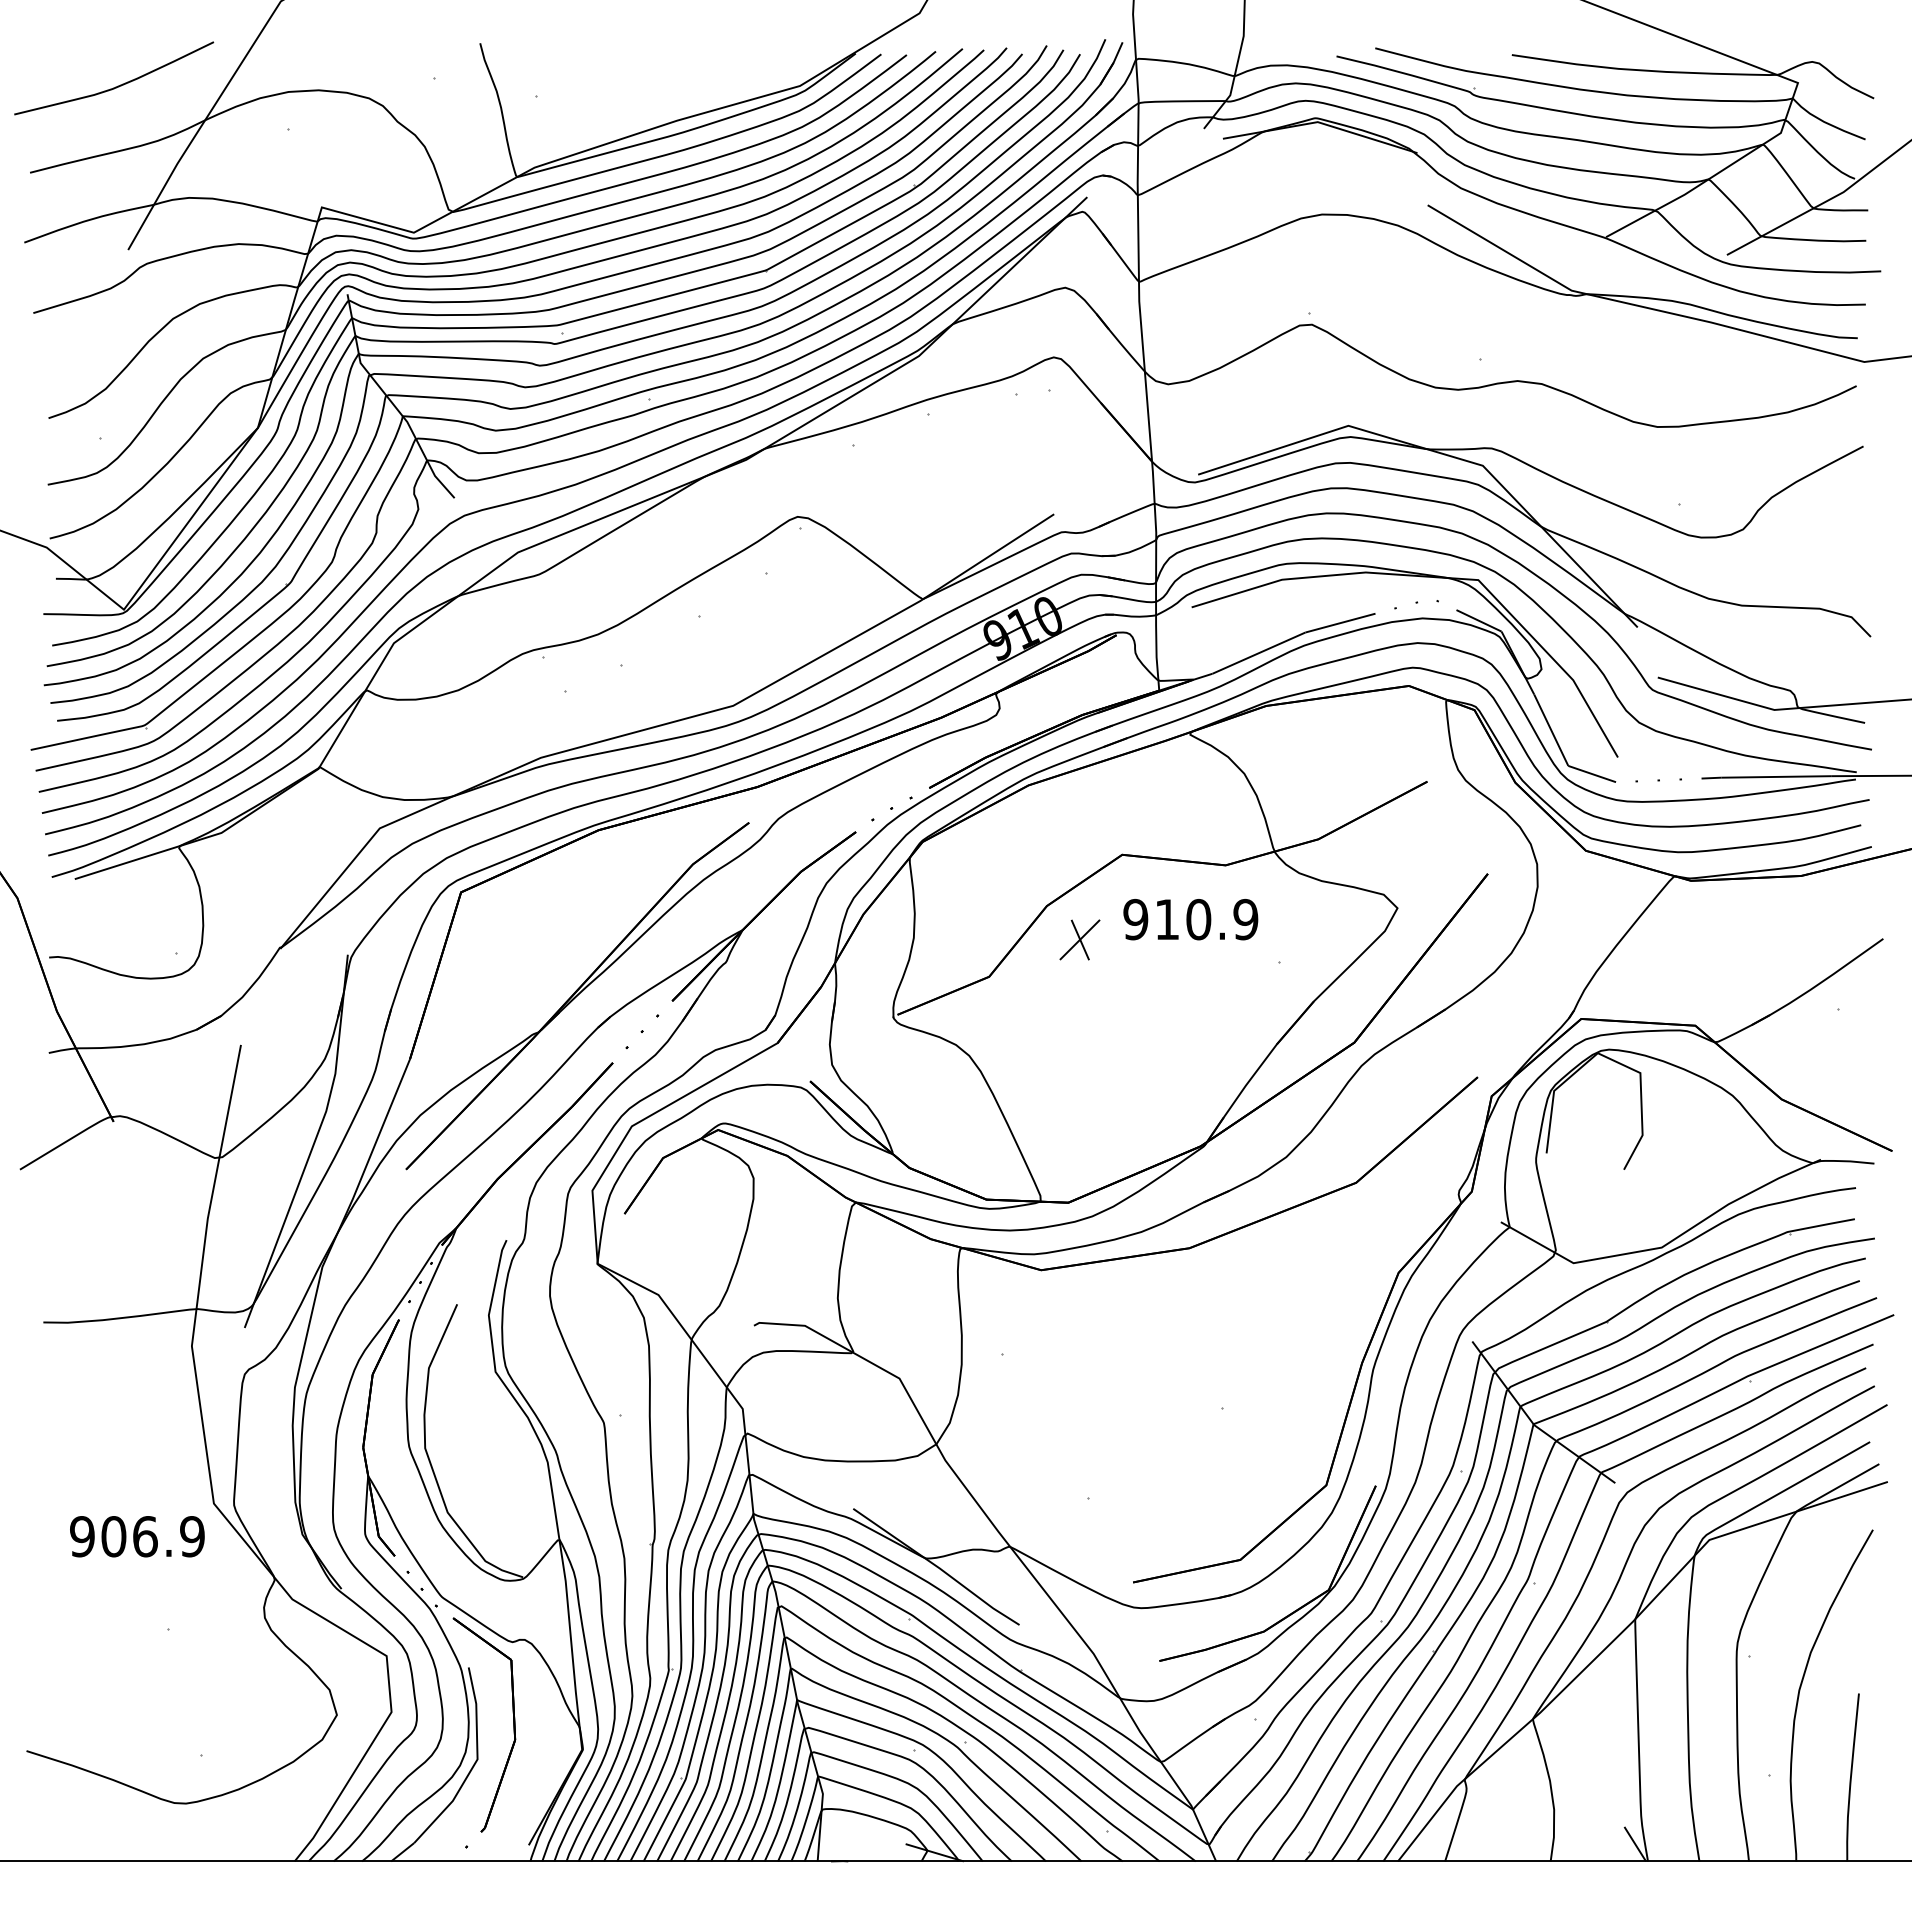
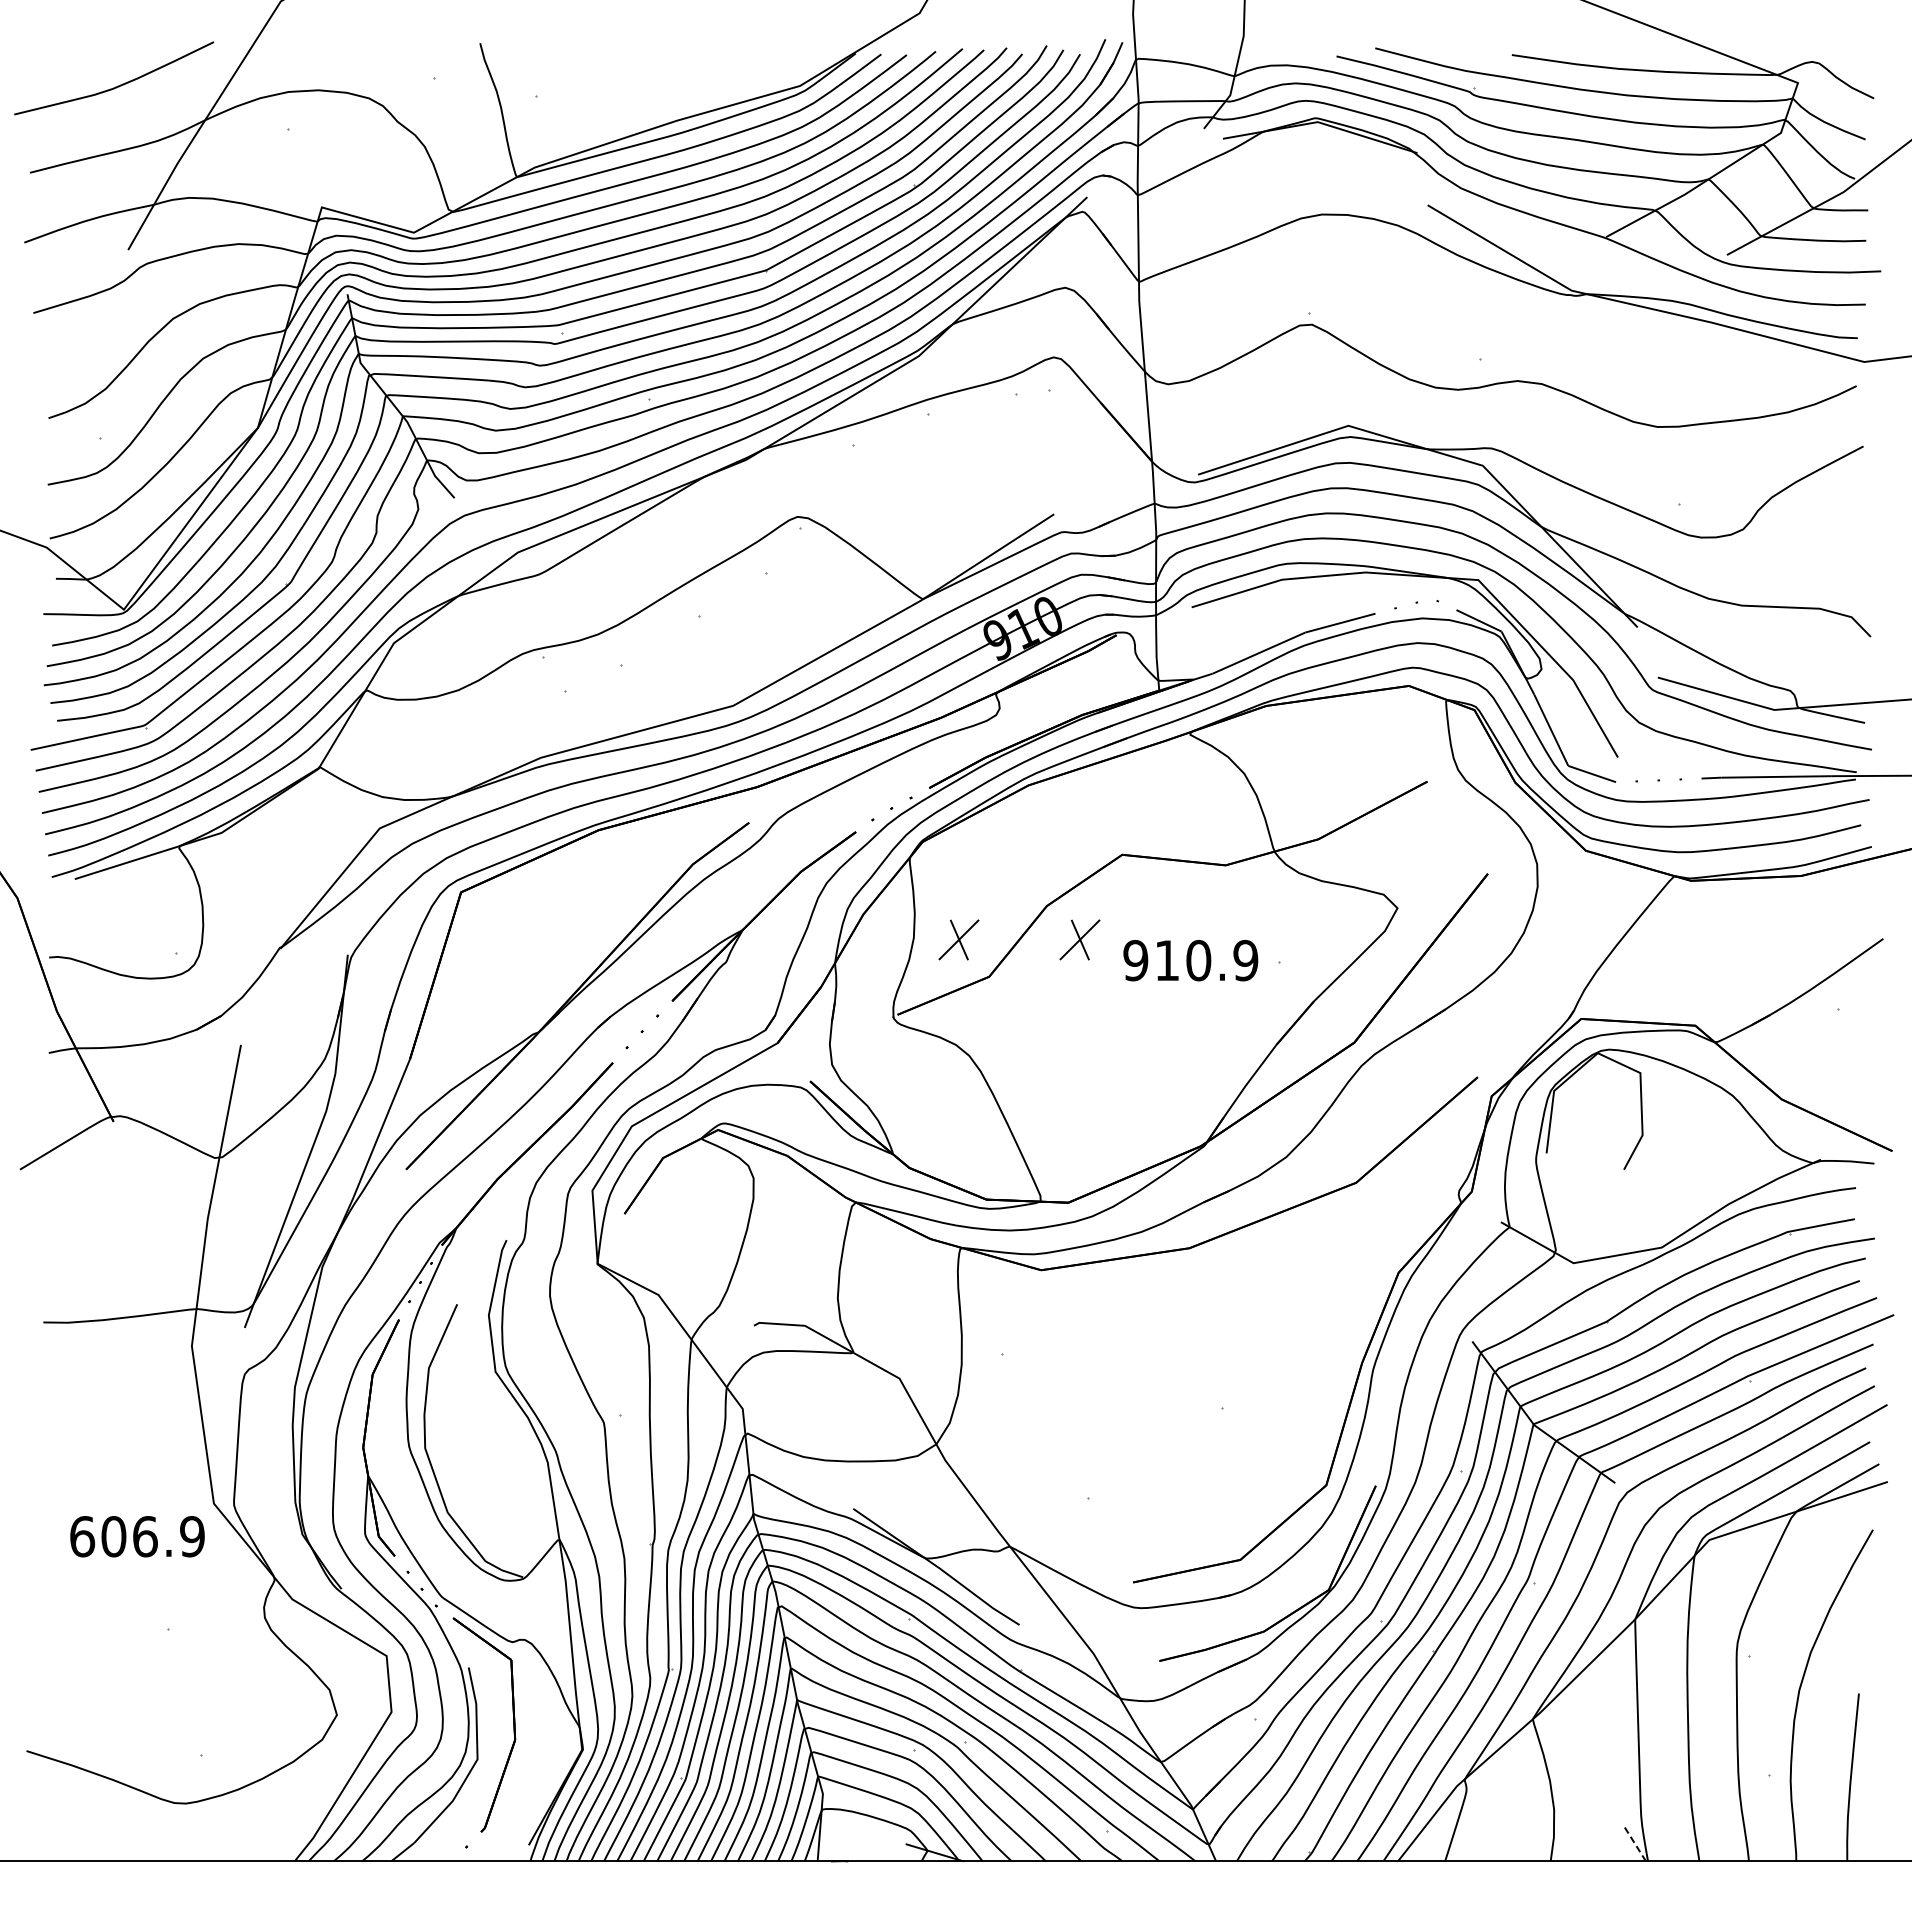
text at (1190, 919) position: (1190, 919) -> (1190, 960)
part at (958, 939): none -> present
text at (82, 1536): 906.9 -> 606.9
line at (1634, 1843): solid -> dashed
